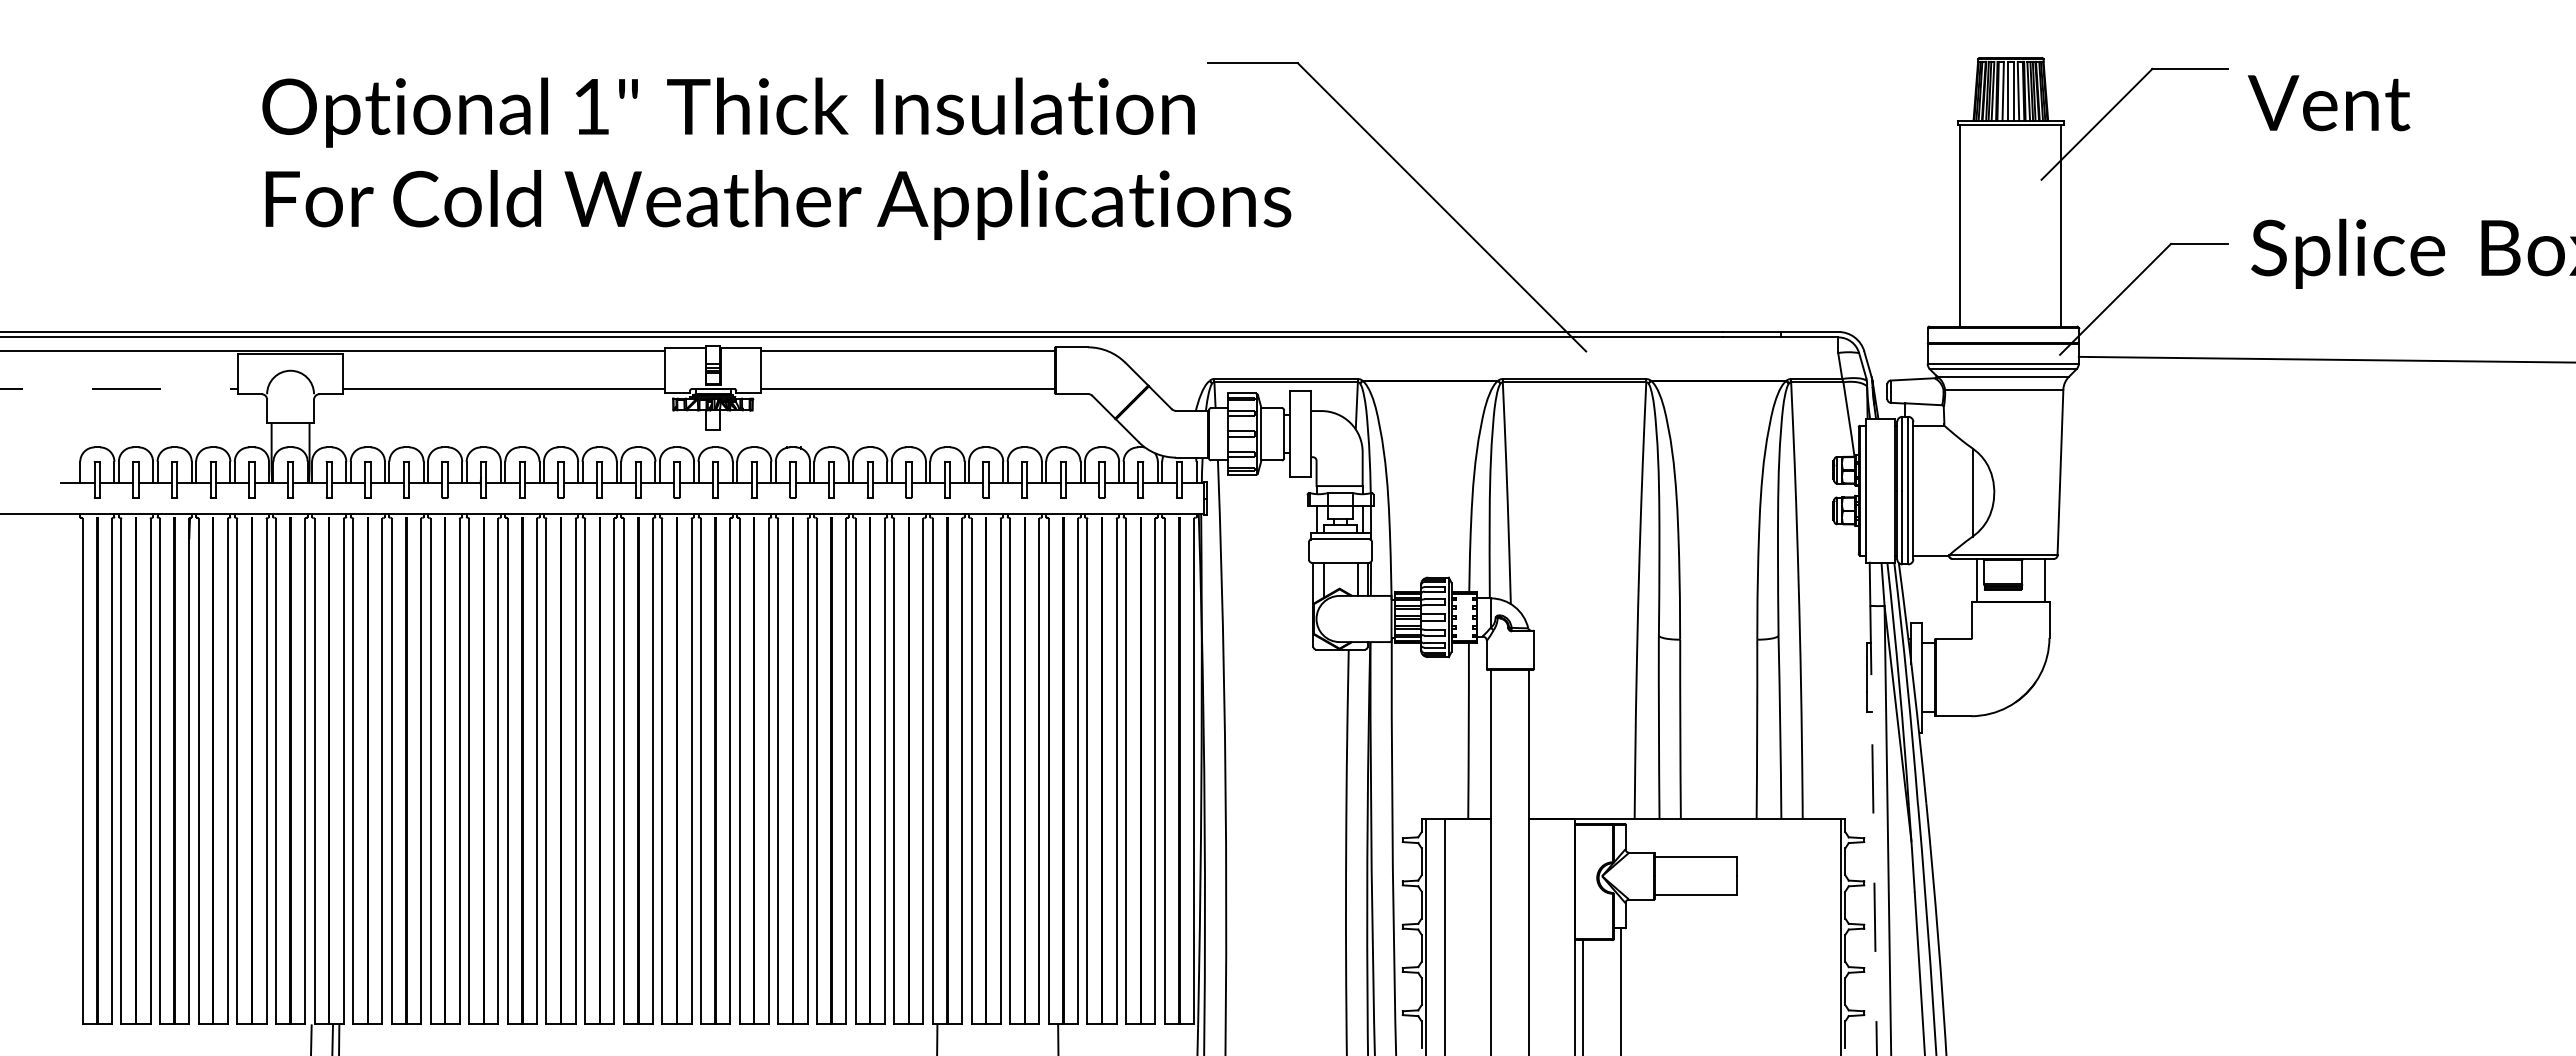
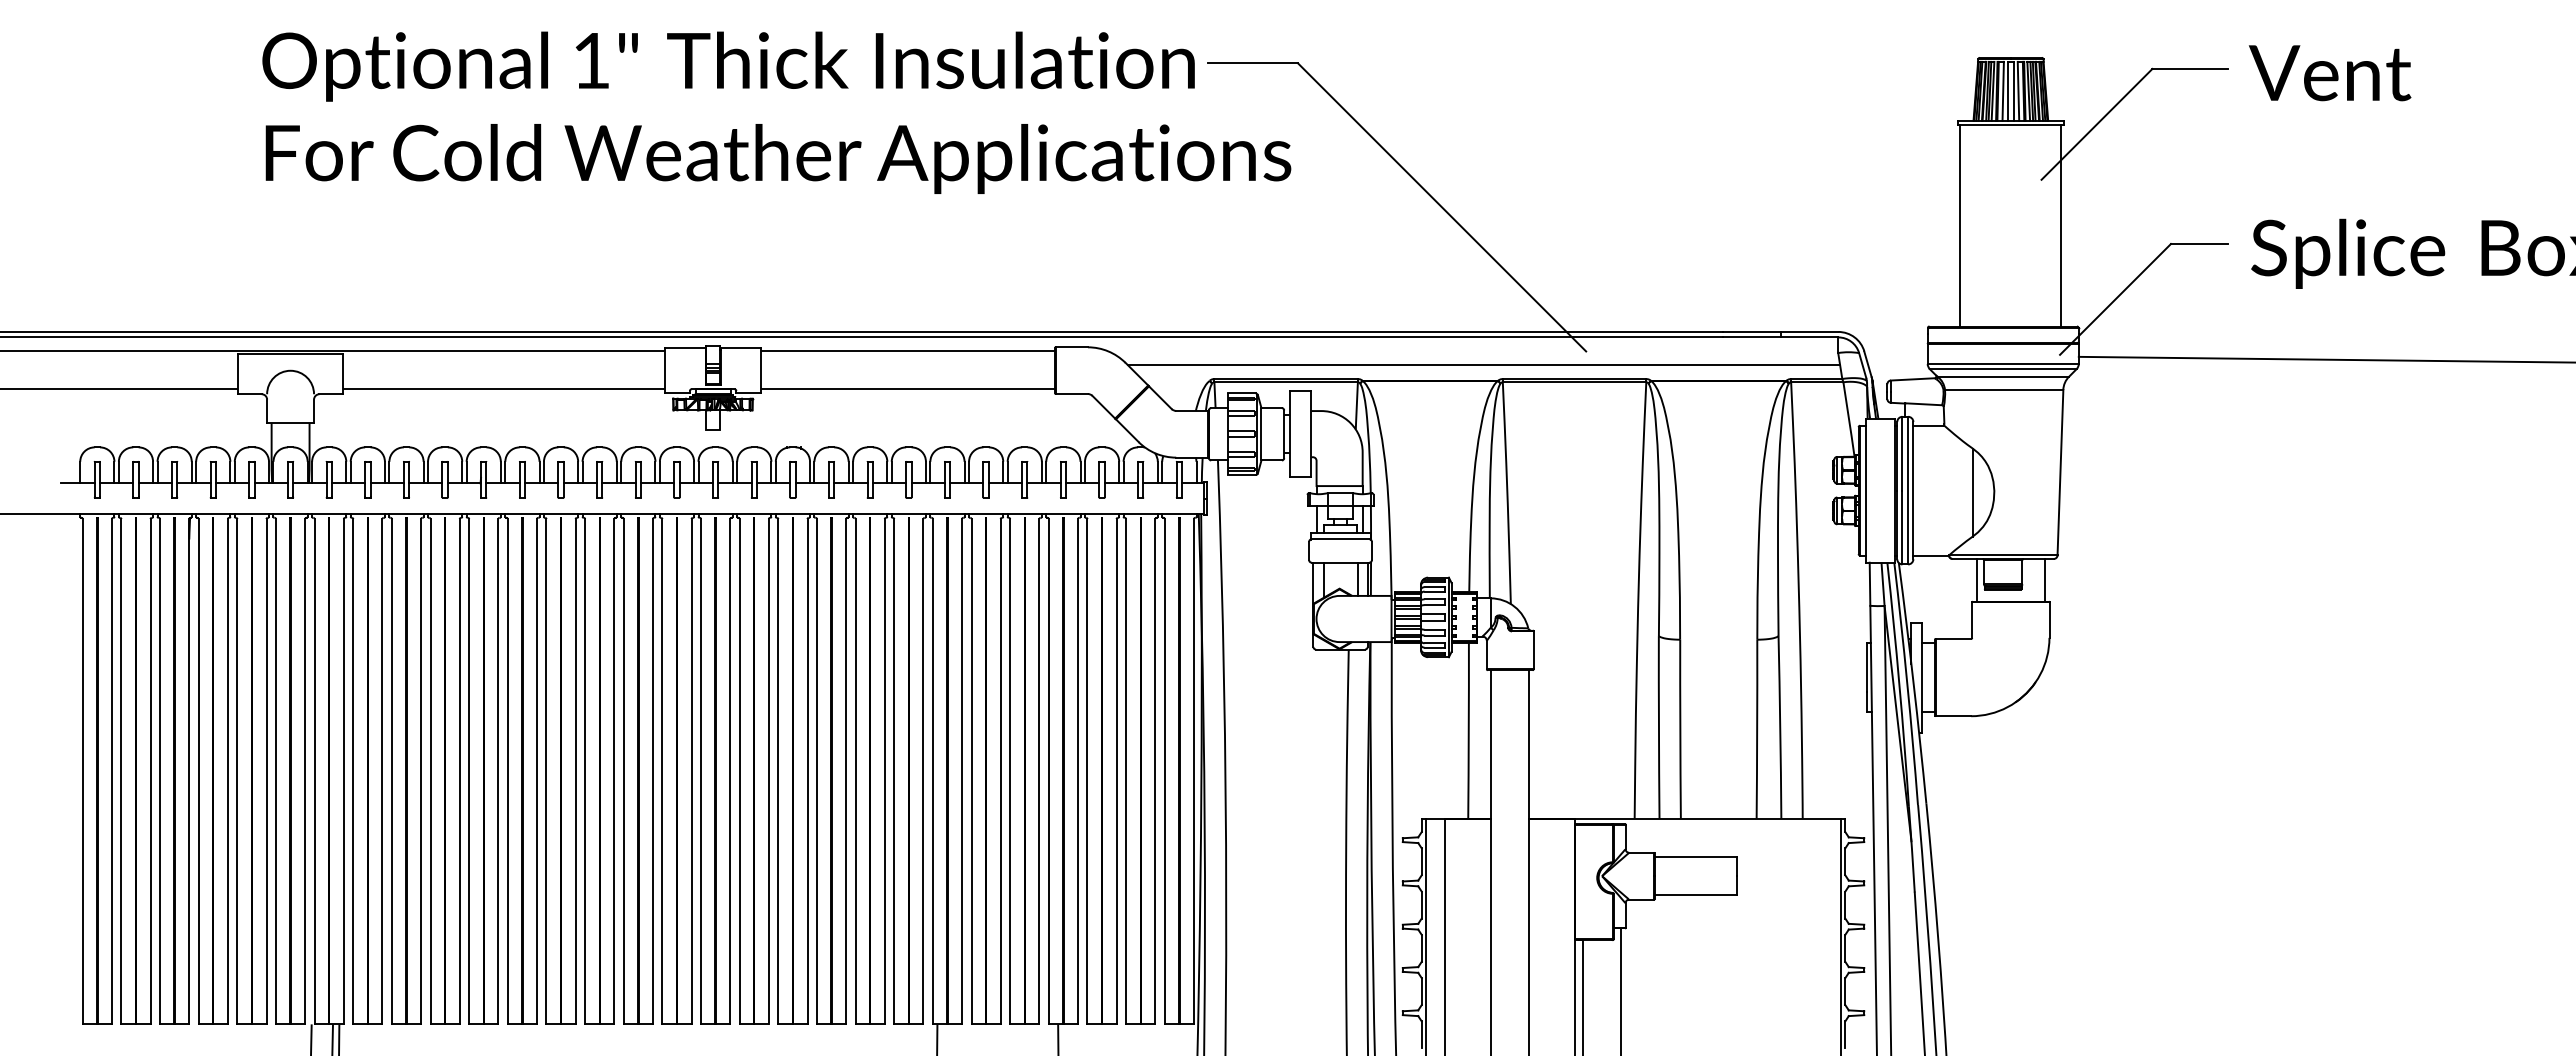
text at (2328, 103) position: (2328, 103) -> (2329, 73)
text at (776, 158) position: (776, 158) -> (776, 112)
line at (1483, 365): none -> present
line at (119, 389): dashed -> solid
line at (1873, 830): dashed -> solid
